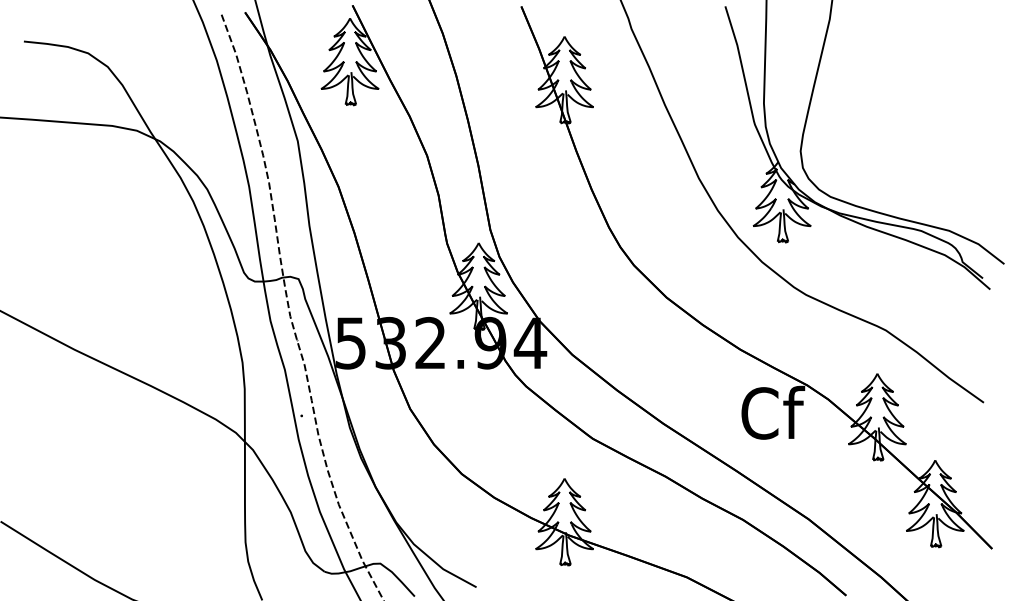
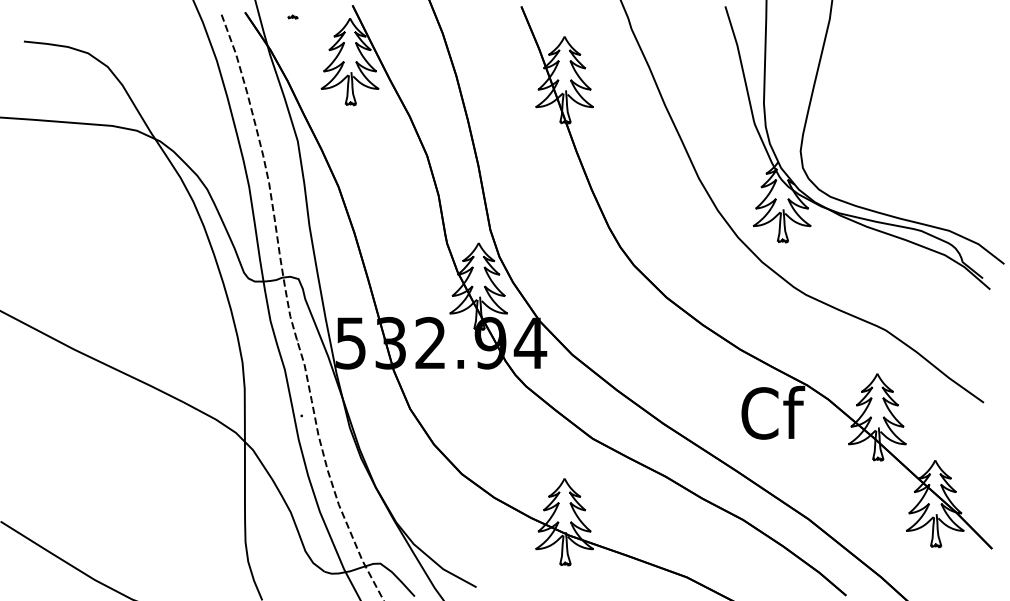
curve at (292, 16): none -> present
